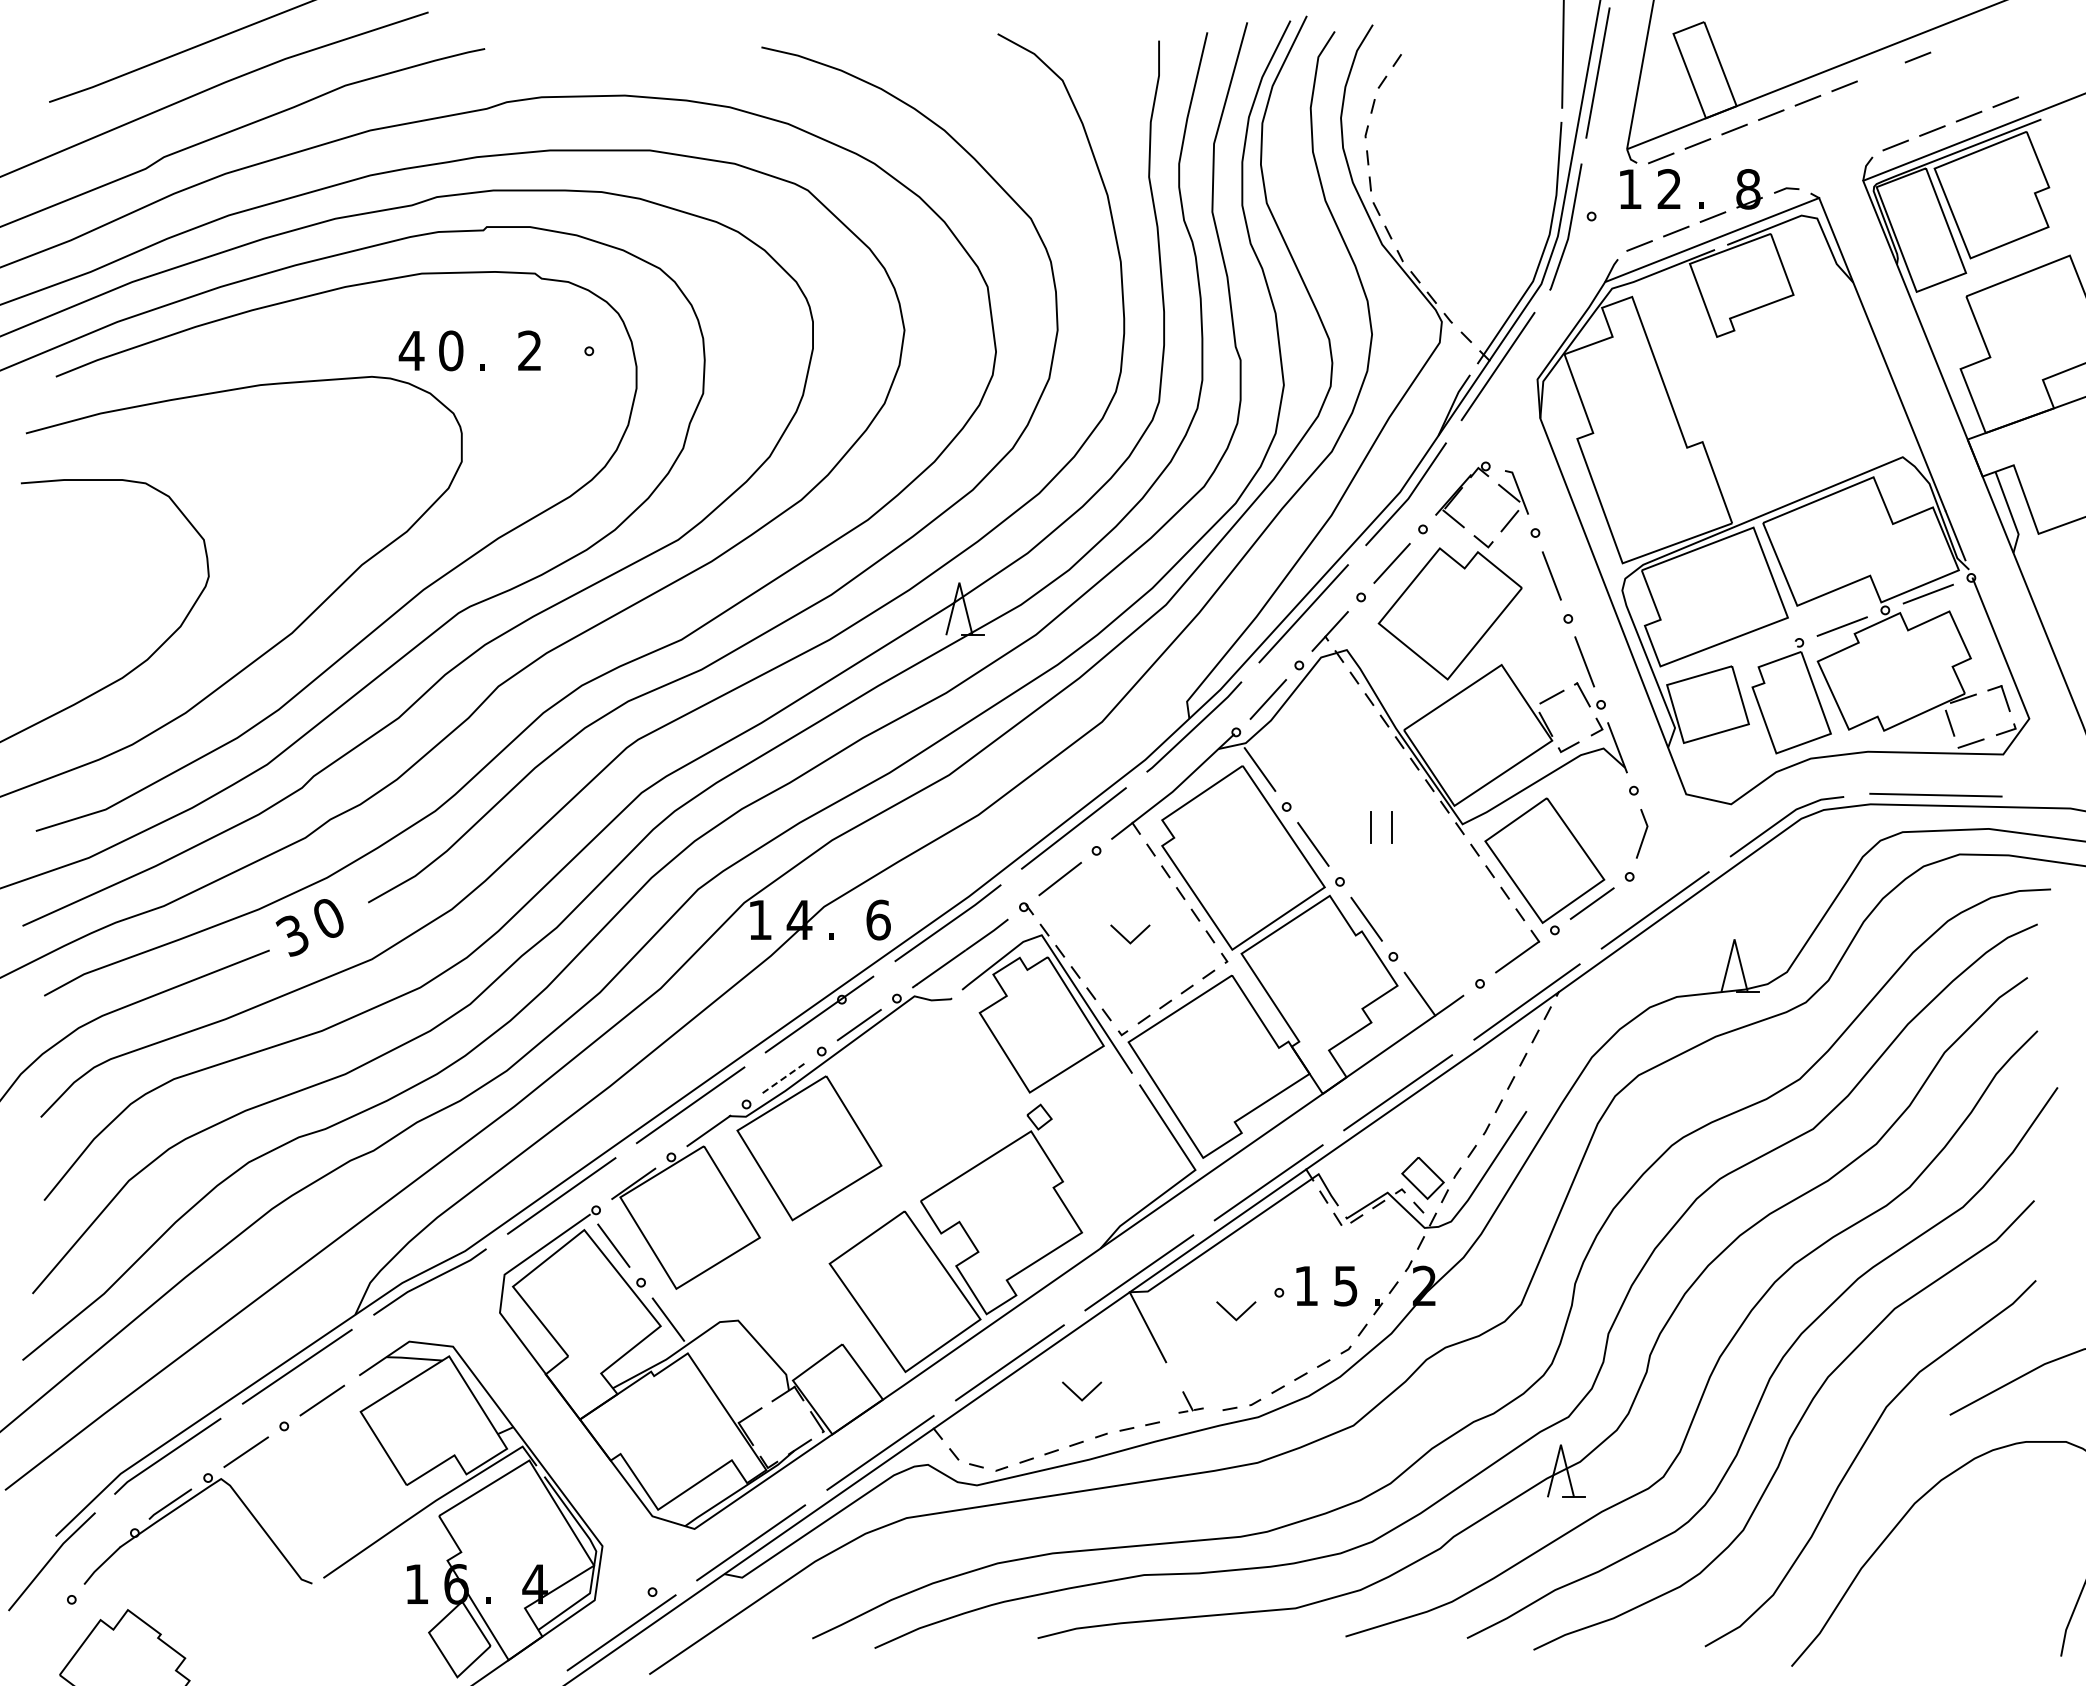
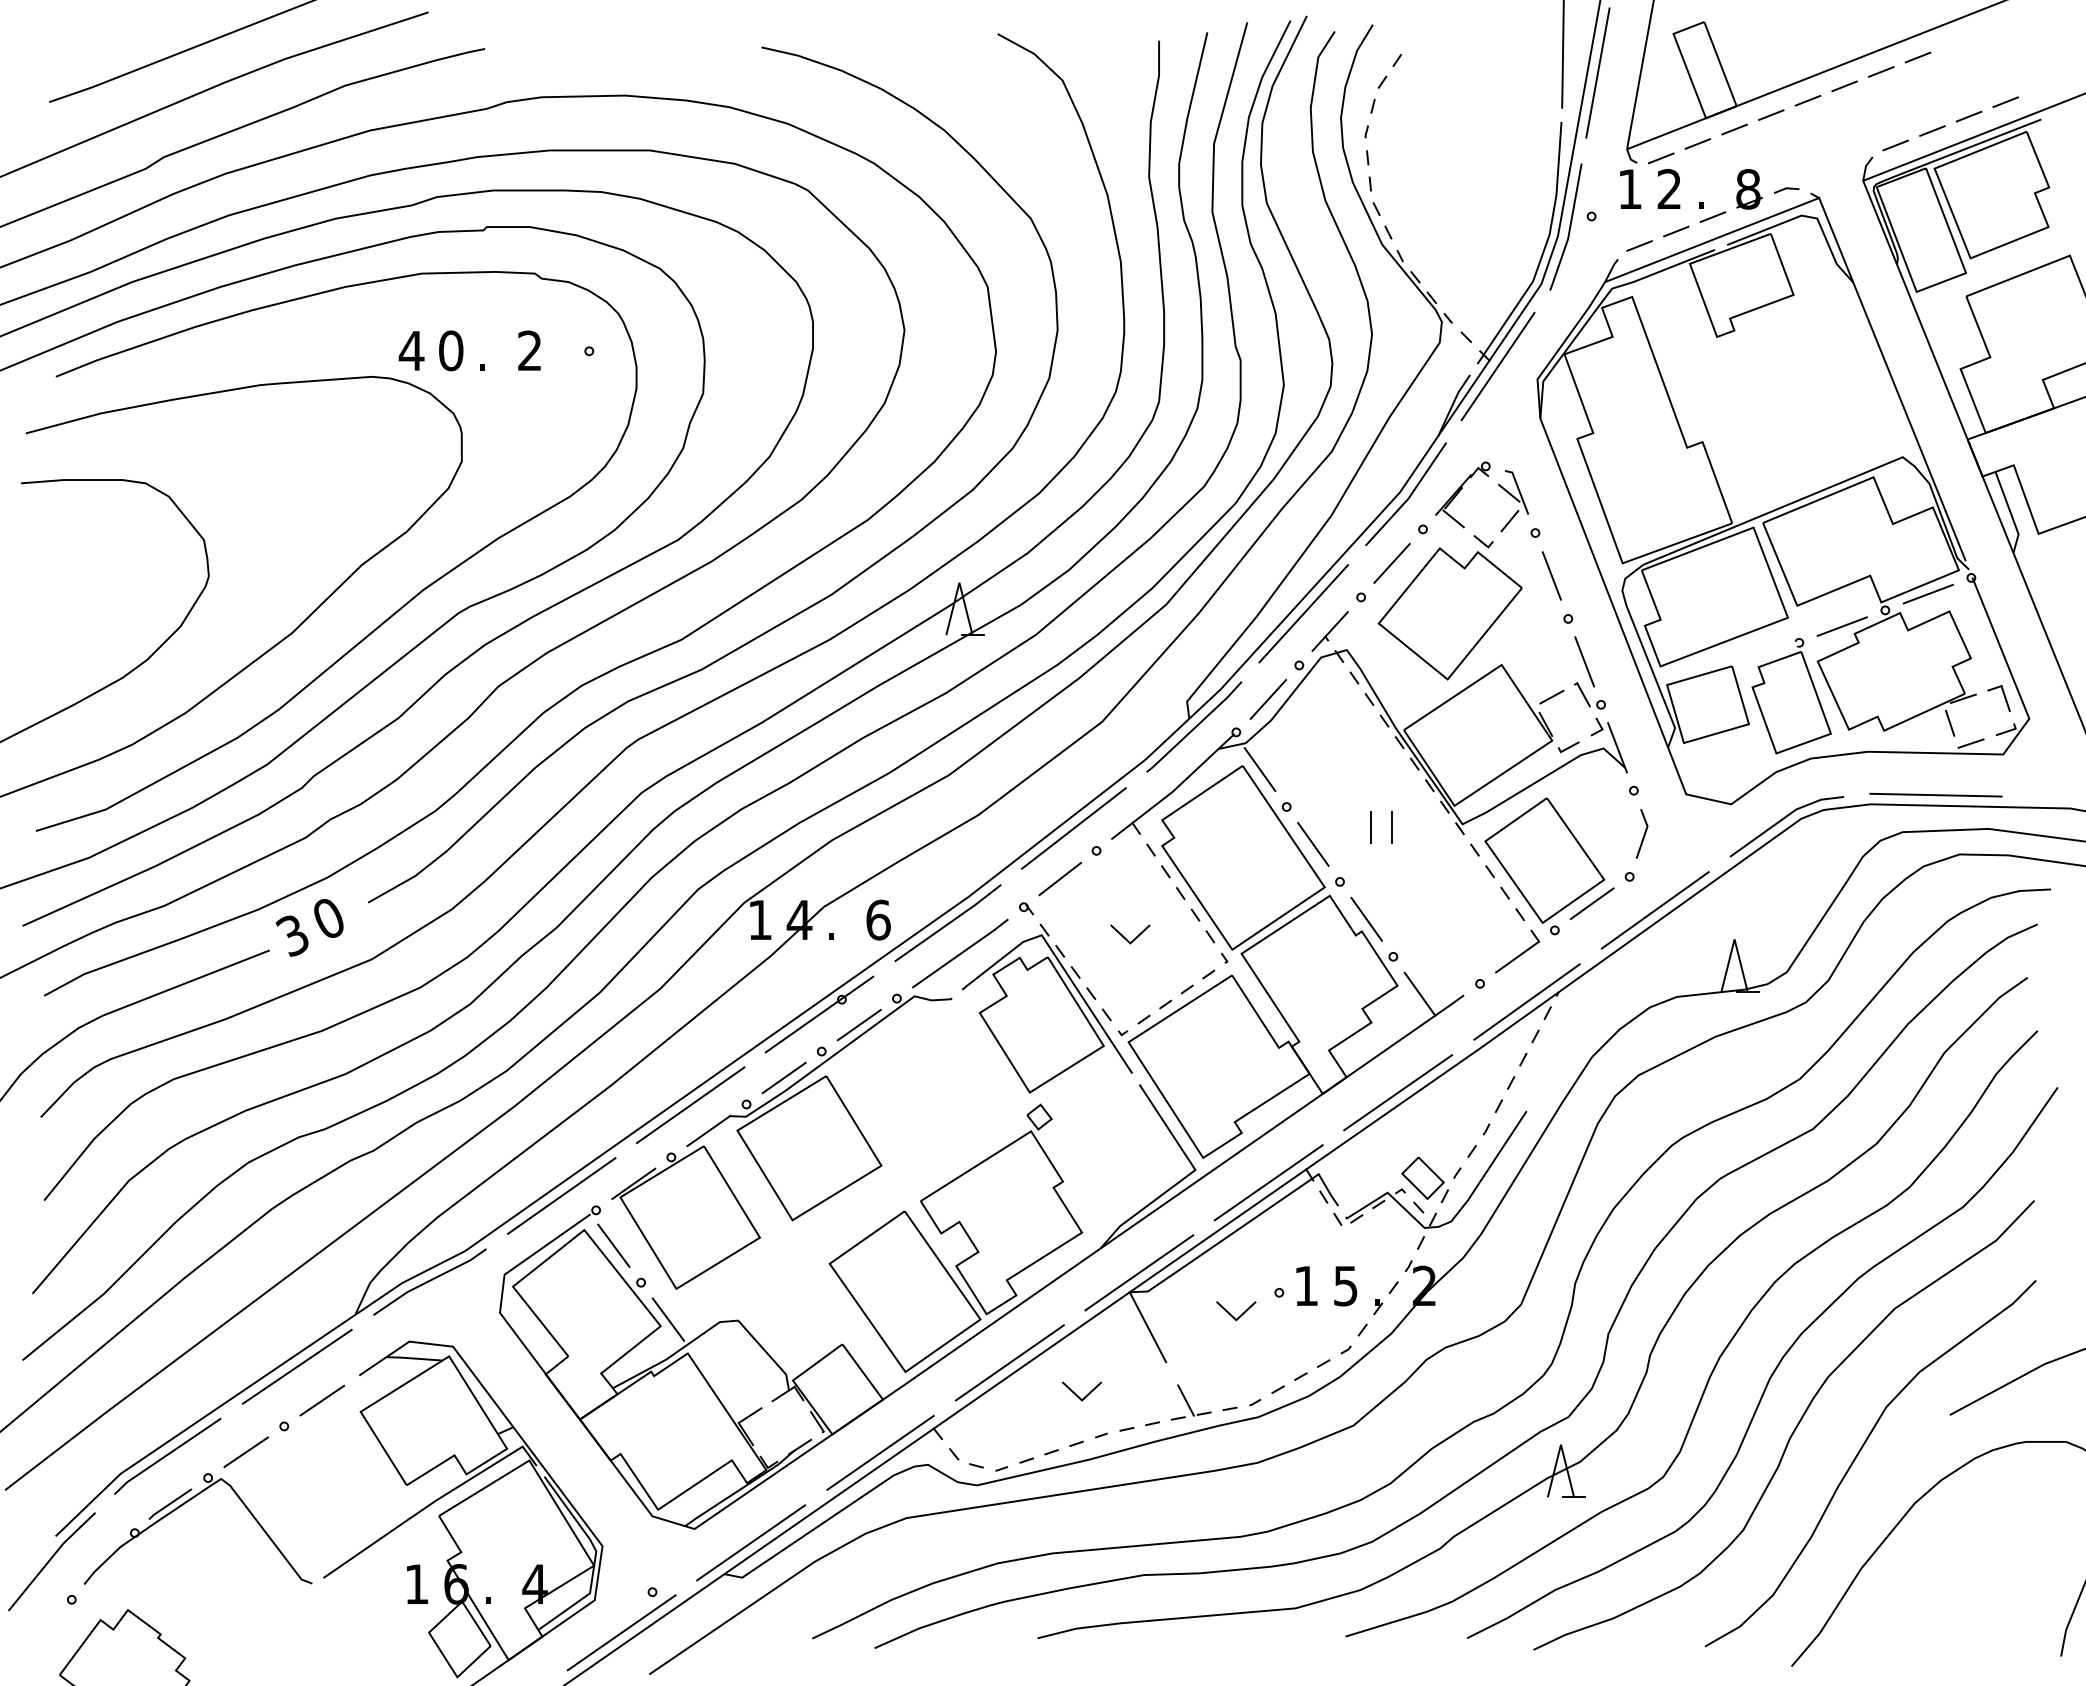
line at (1881, 71): none -> present
line at (784, 1077): dashed -> solid
part at (1190, 1402) size: 26x23 px -> 42x37 px
